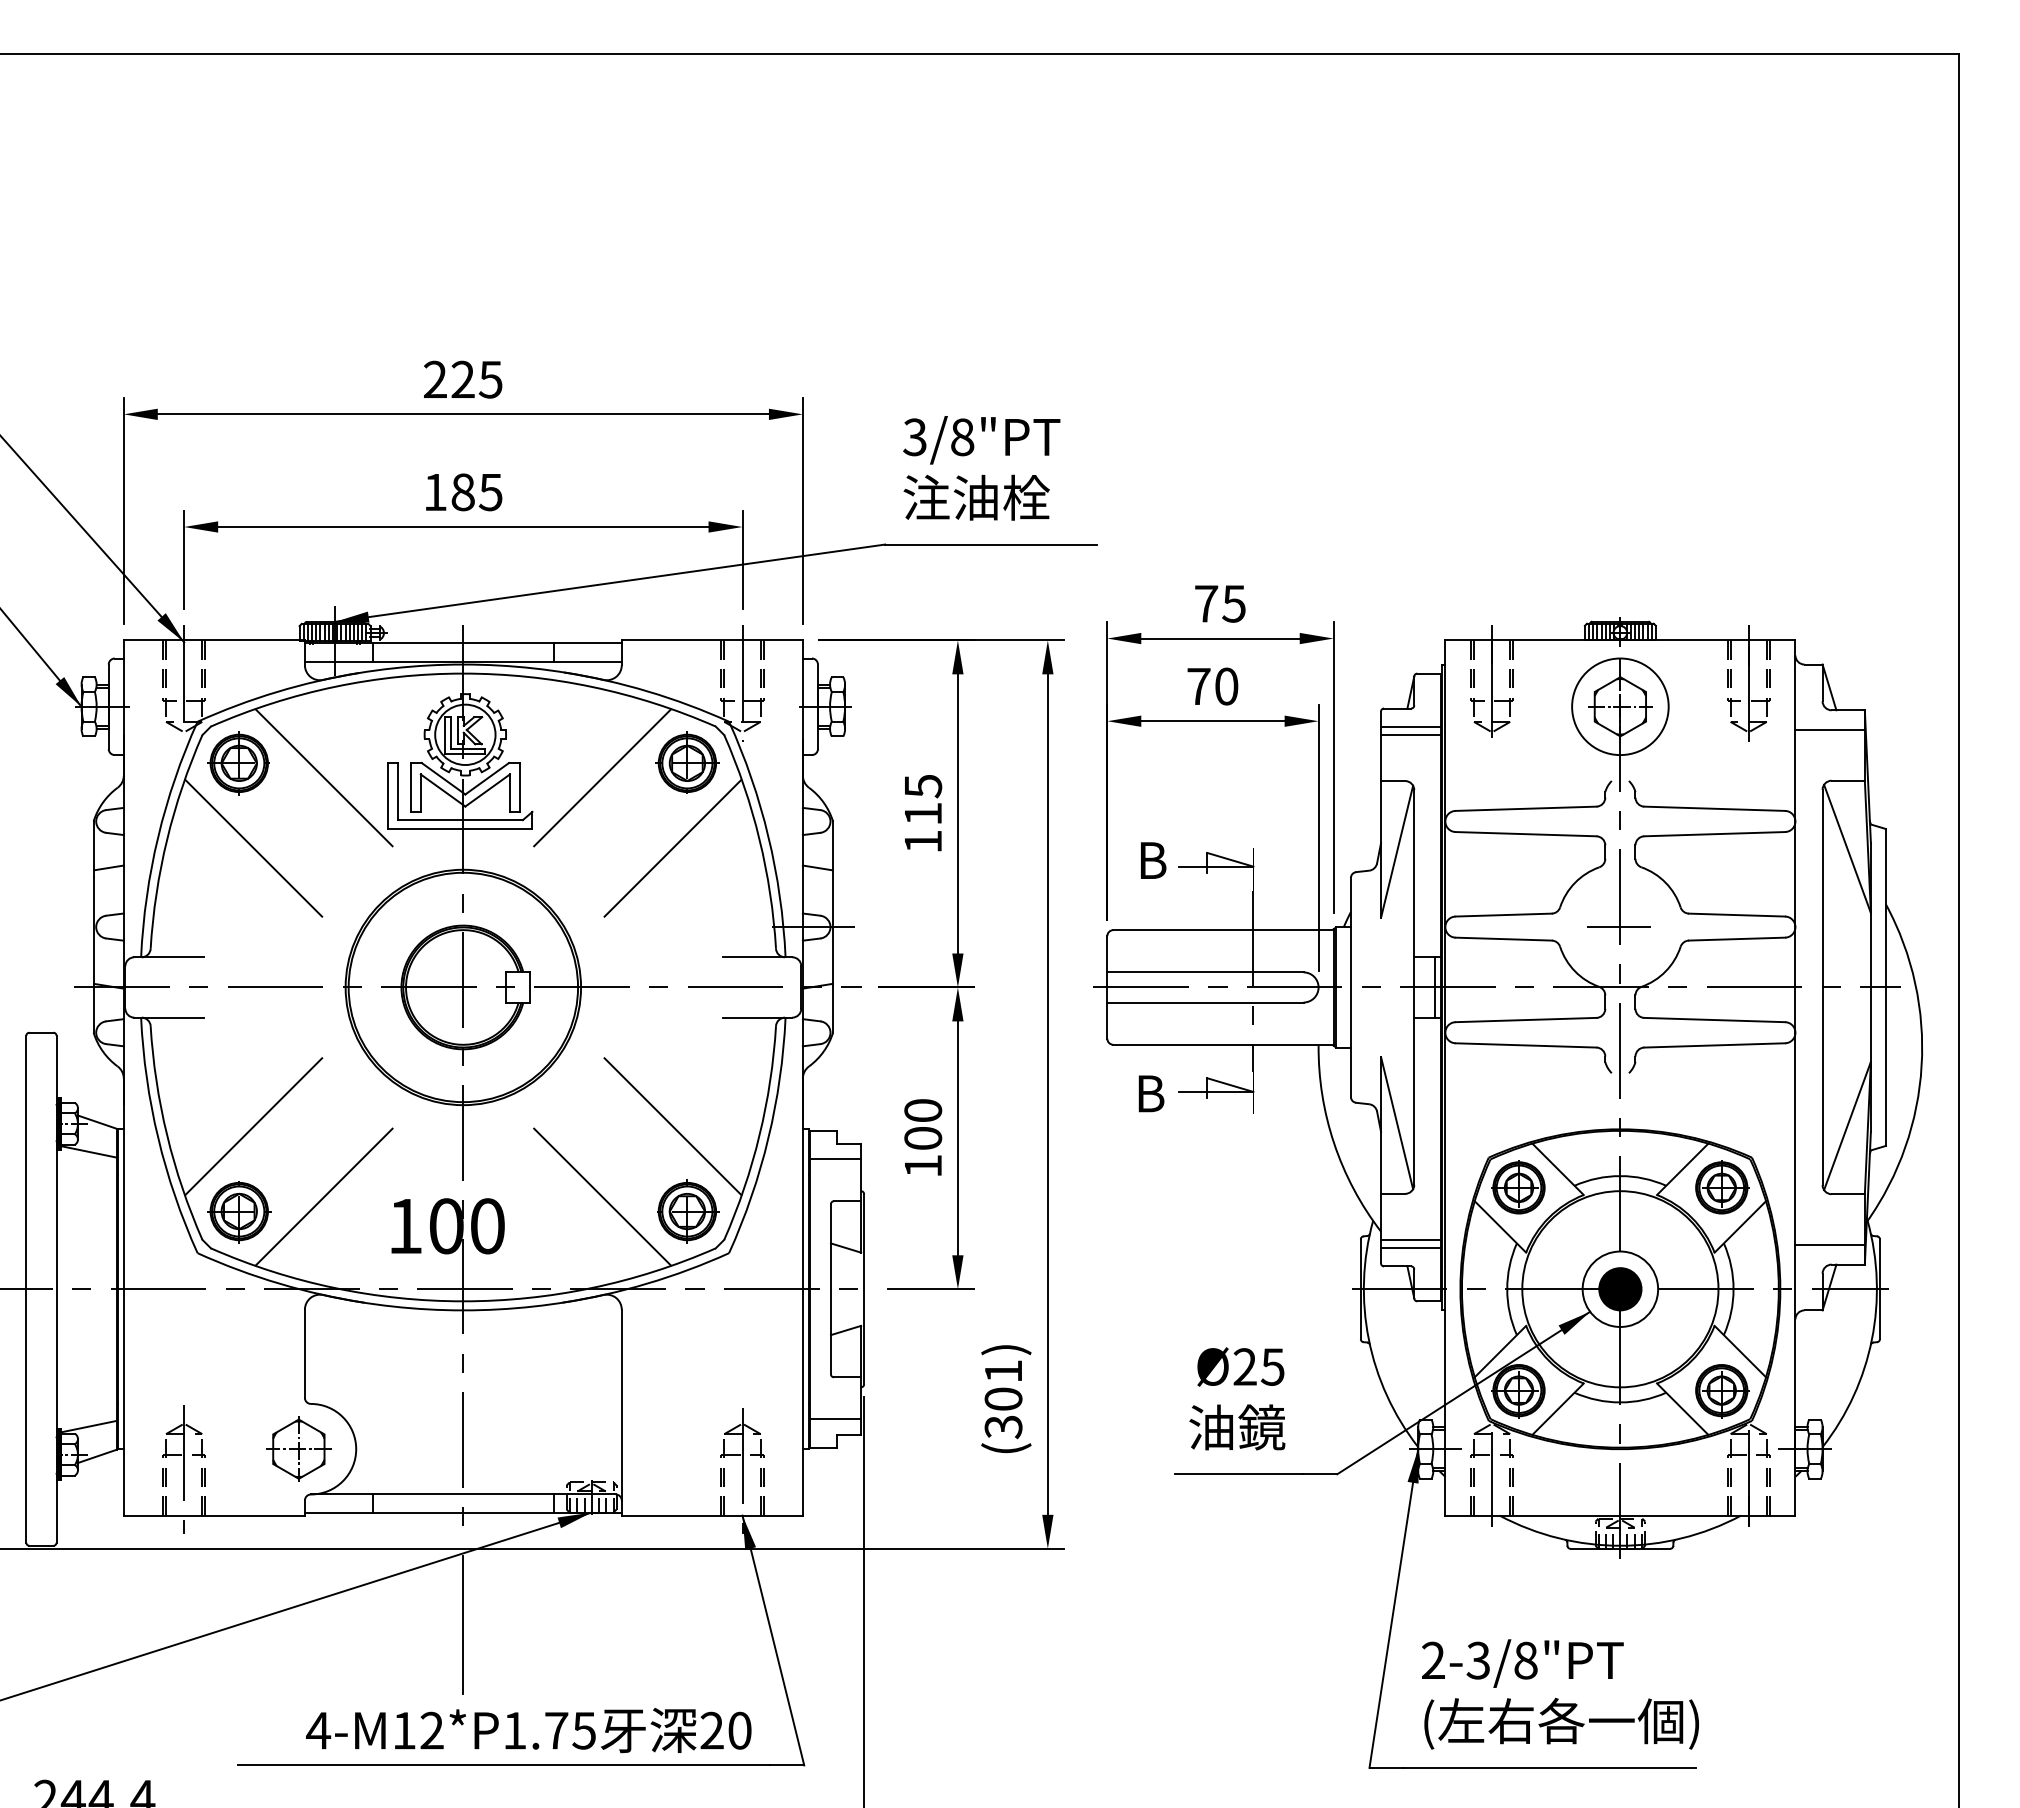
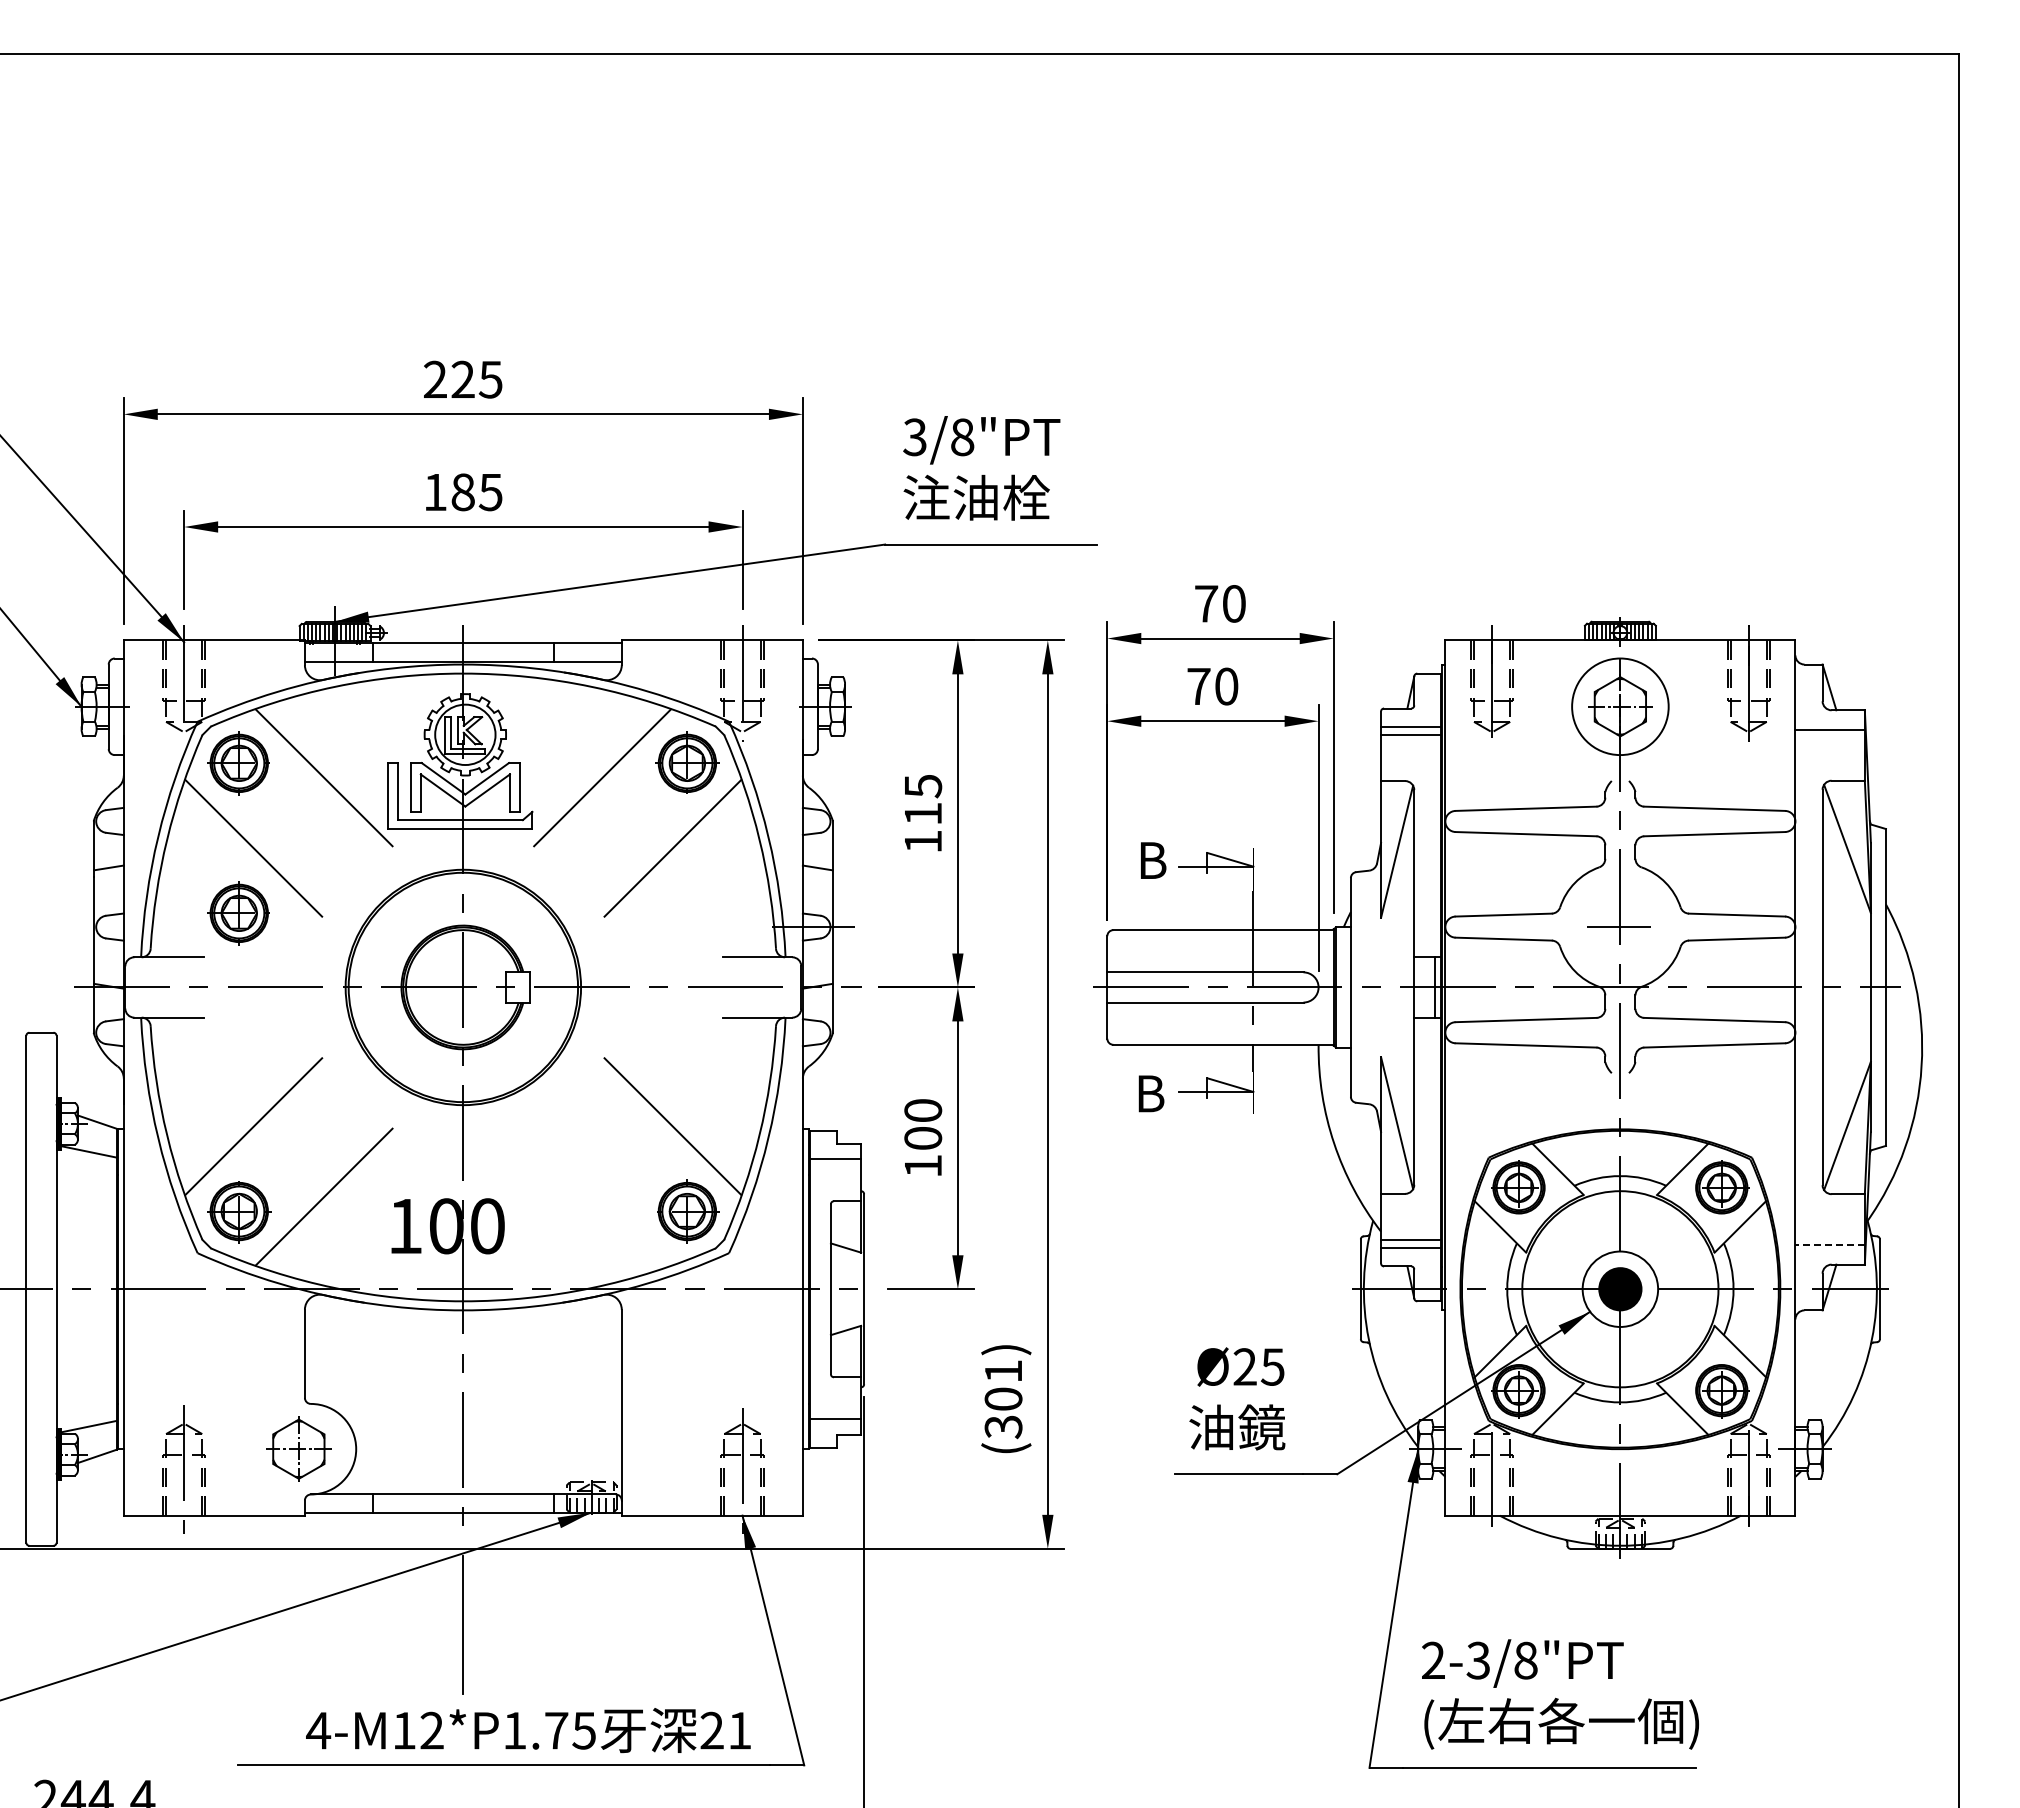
text at (1233, 603): 75 -> 70
part at (238, 913): none -> present
line at (602, 1196): present -> none
line at (1830, 1244): solid -> dashed
text at (739, 1730): 20 -> 21
